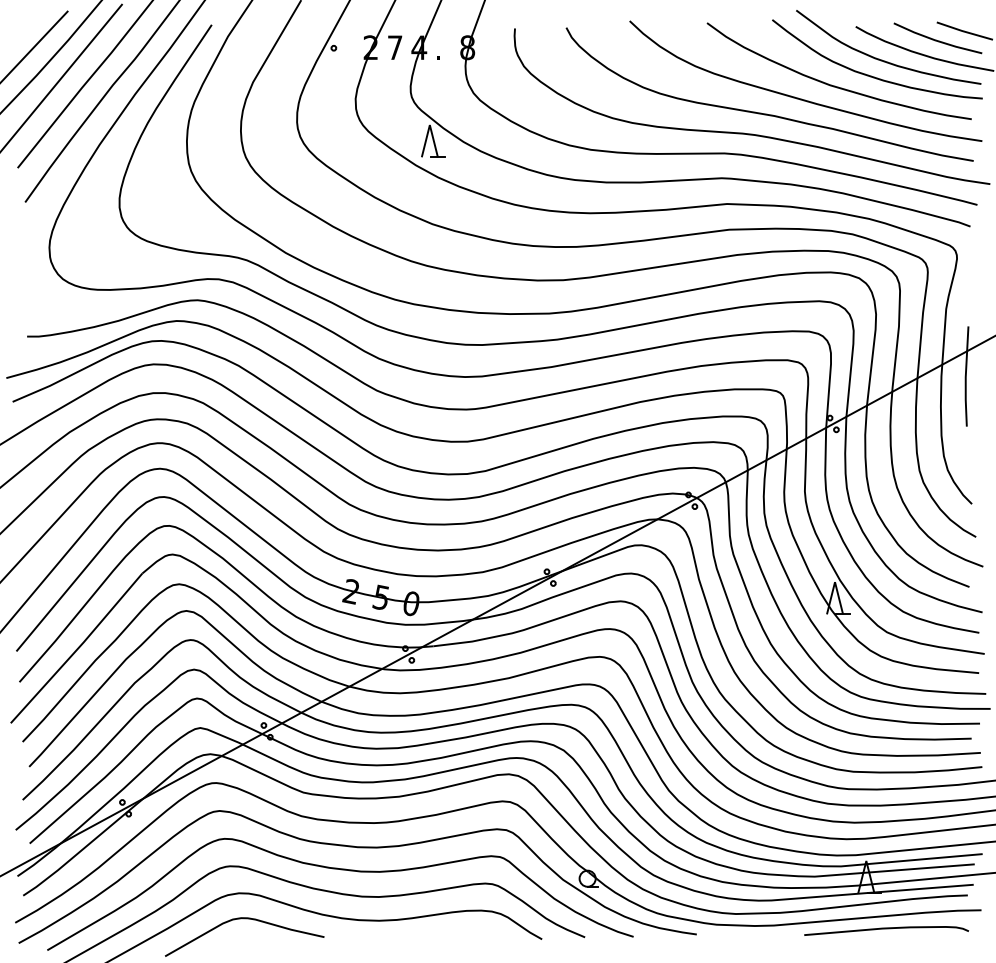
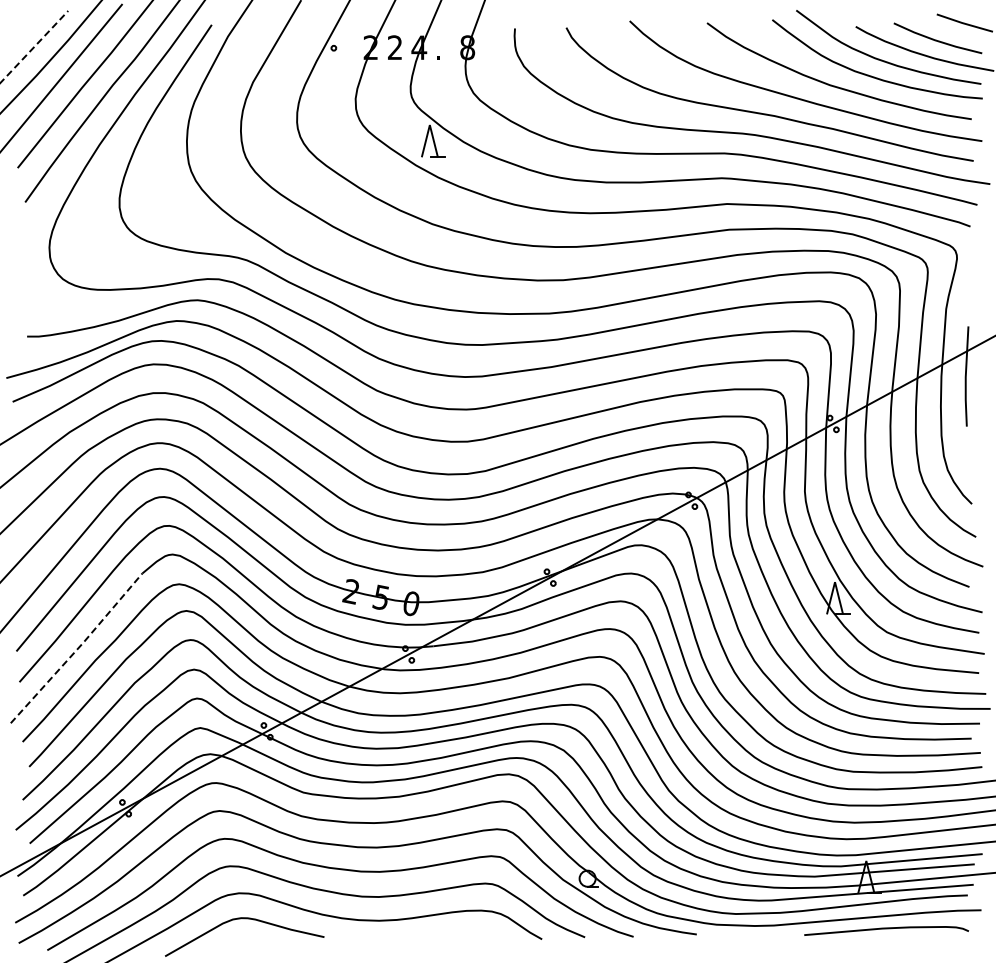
line at (964, 30) position: (964, 30) -> (964, 22)
line at (34, 46): solid -> dashed
text at (395, 47): 7 -> 2
line at (77, 648): solid -> dashed
